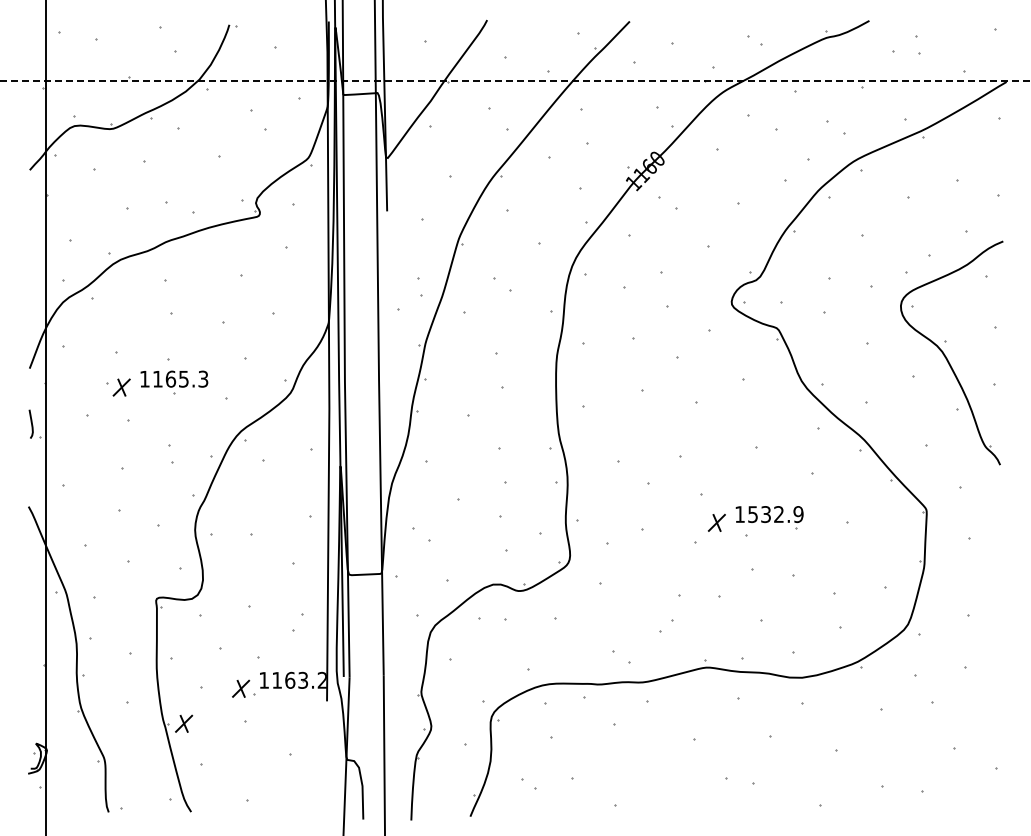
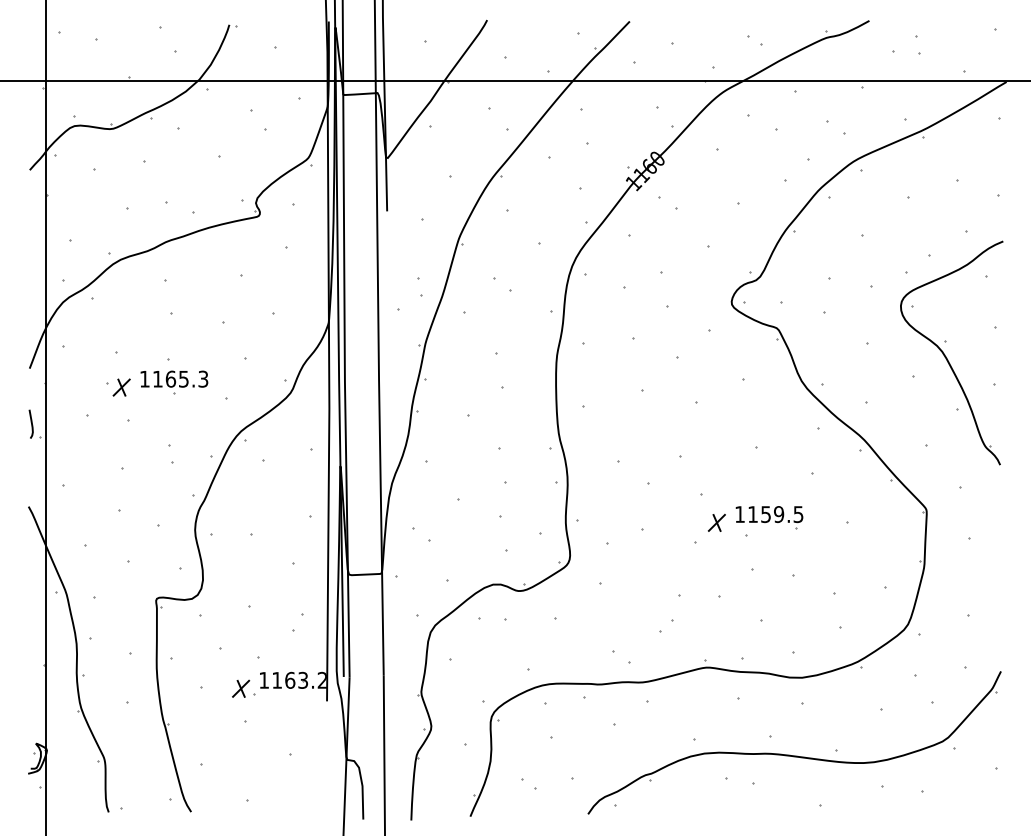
line at (515, 80): dashed -> solid
text at (775, 514): 1532.9 -> 1159.5
part at (184, 723): present -> none
part at (789, 754): none -> present
